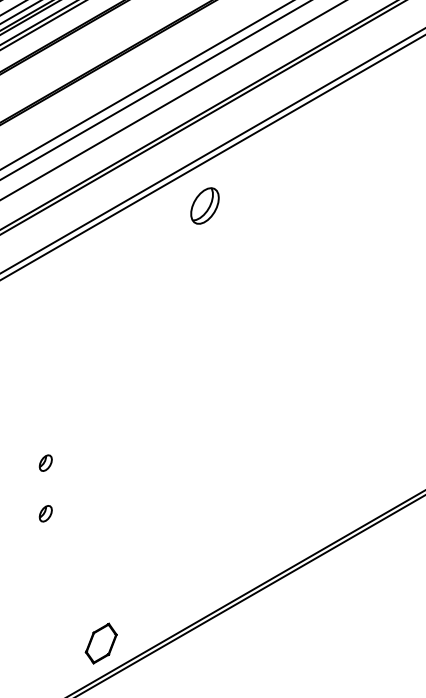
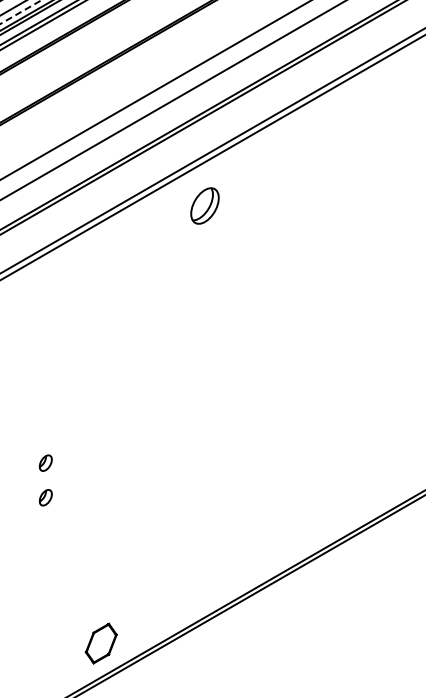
line at (20, 12): solid -> dashed
line at (146, 85): present -> none
part at (45, 513) position: (45, 513) -> (45, 497)
